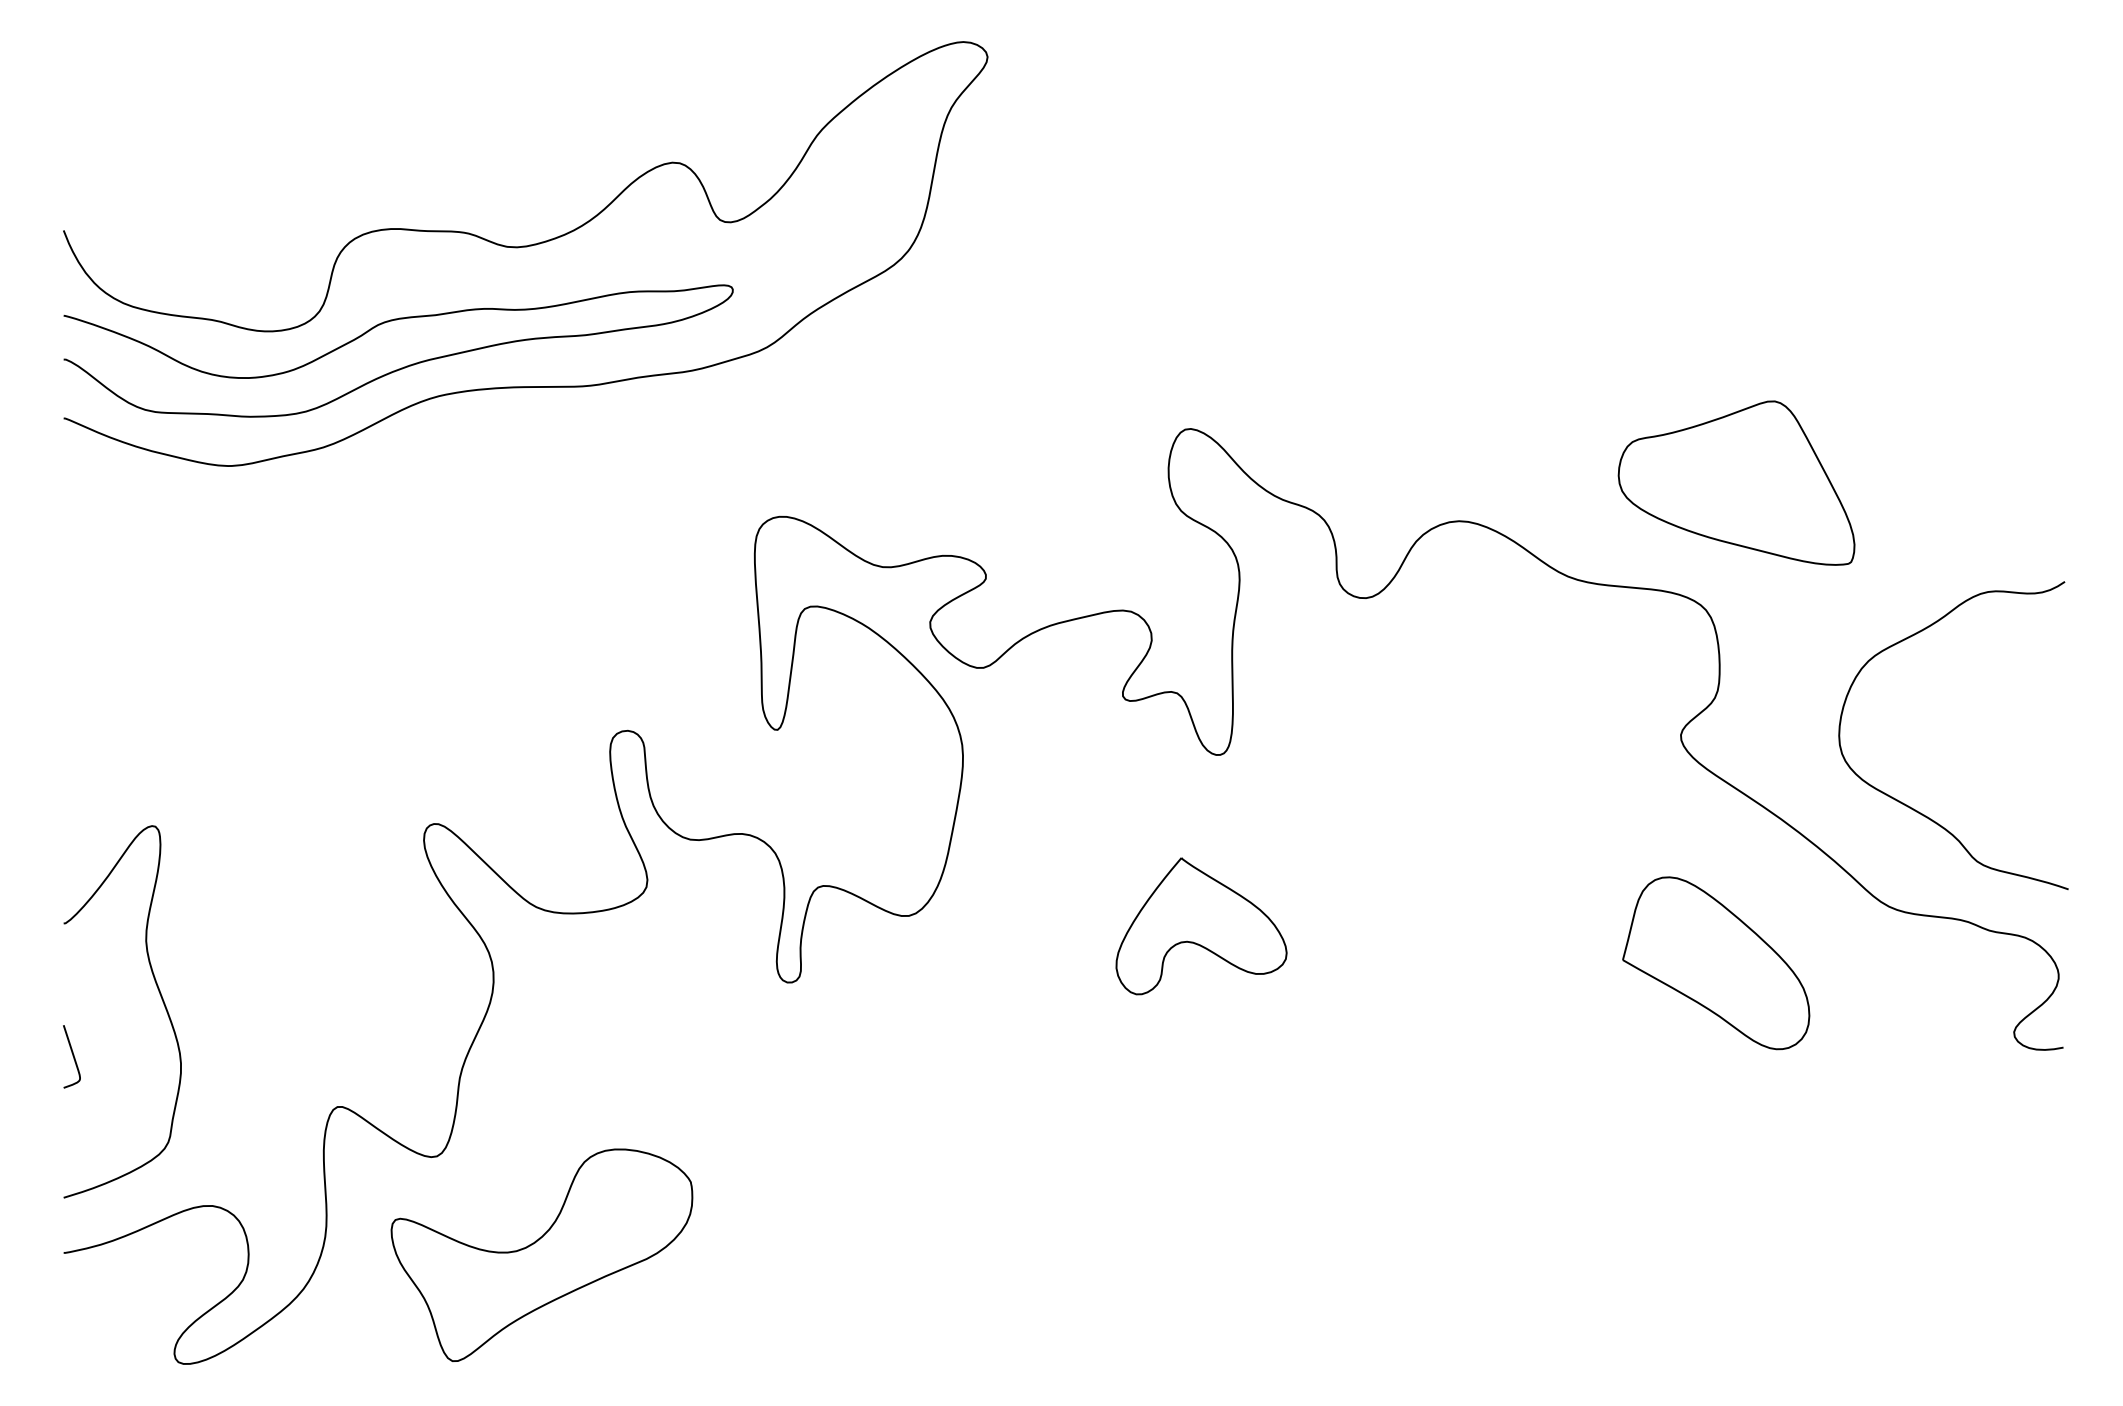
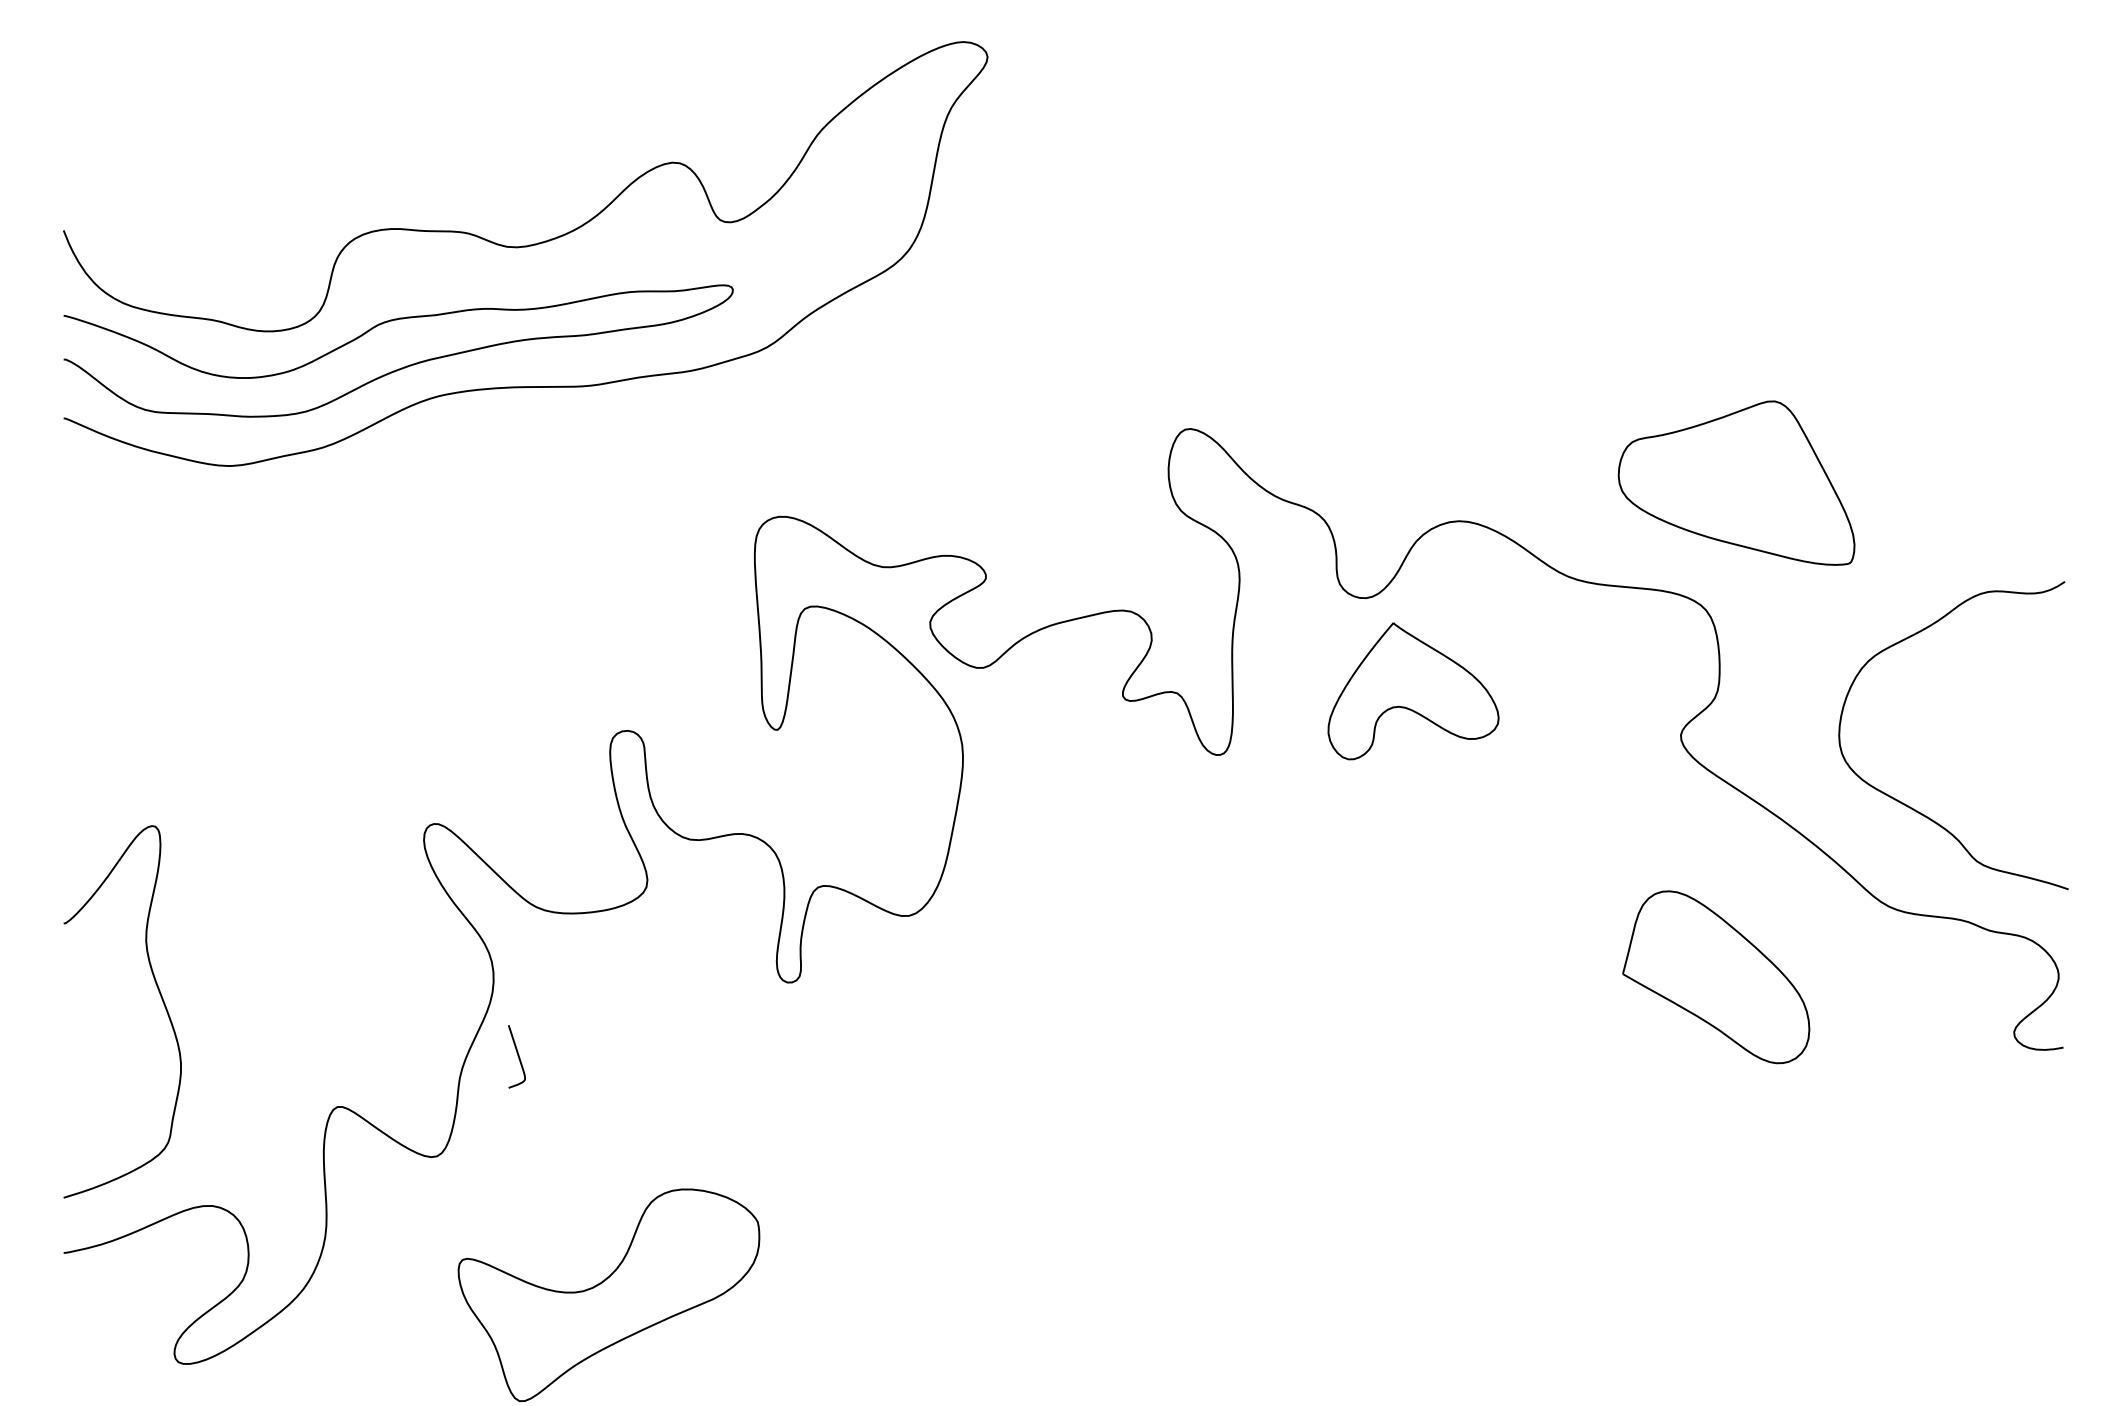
part at (1201, 926) position: (1201, 926) -> (1413, 691)
part at (1716, 963) position: (1716, 963) -> (1716, 977)
curve at (72, 1056) position: (72, 1056) -> (517, 1056)
part at (541, 1254) position: (541, 1254) -> (608, 1294)
